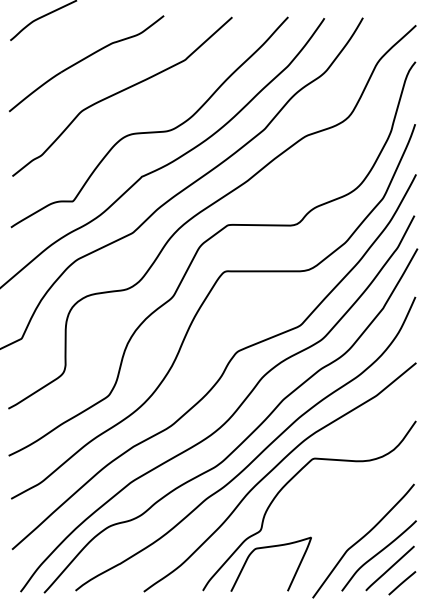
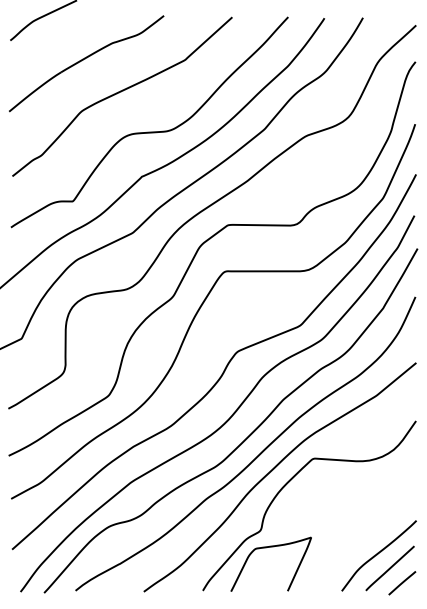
curve at (362, 539): present -> none
